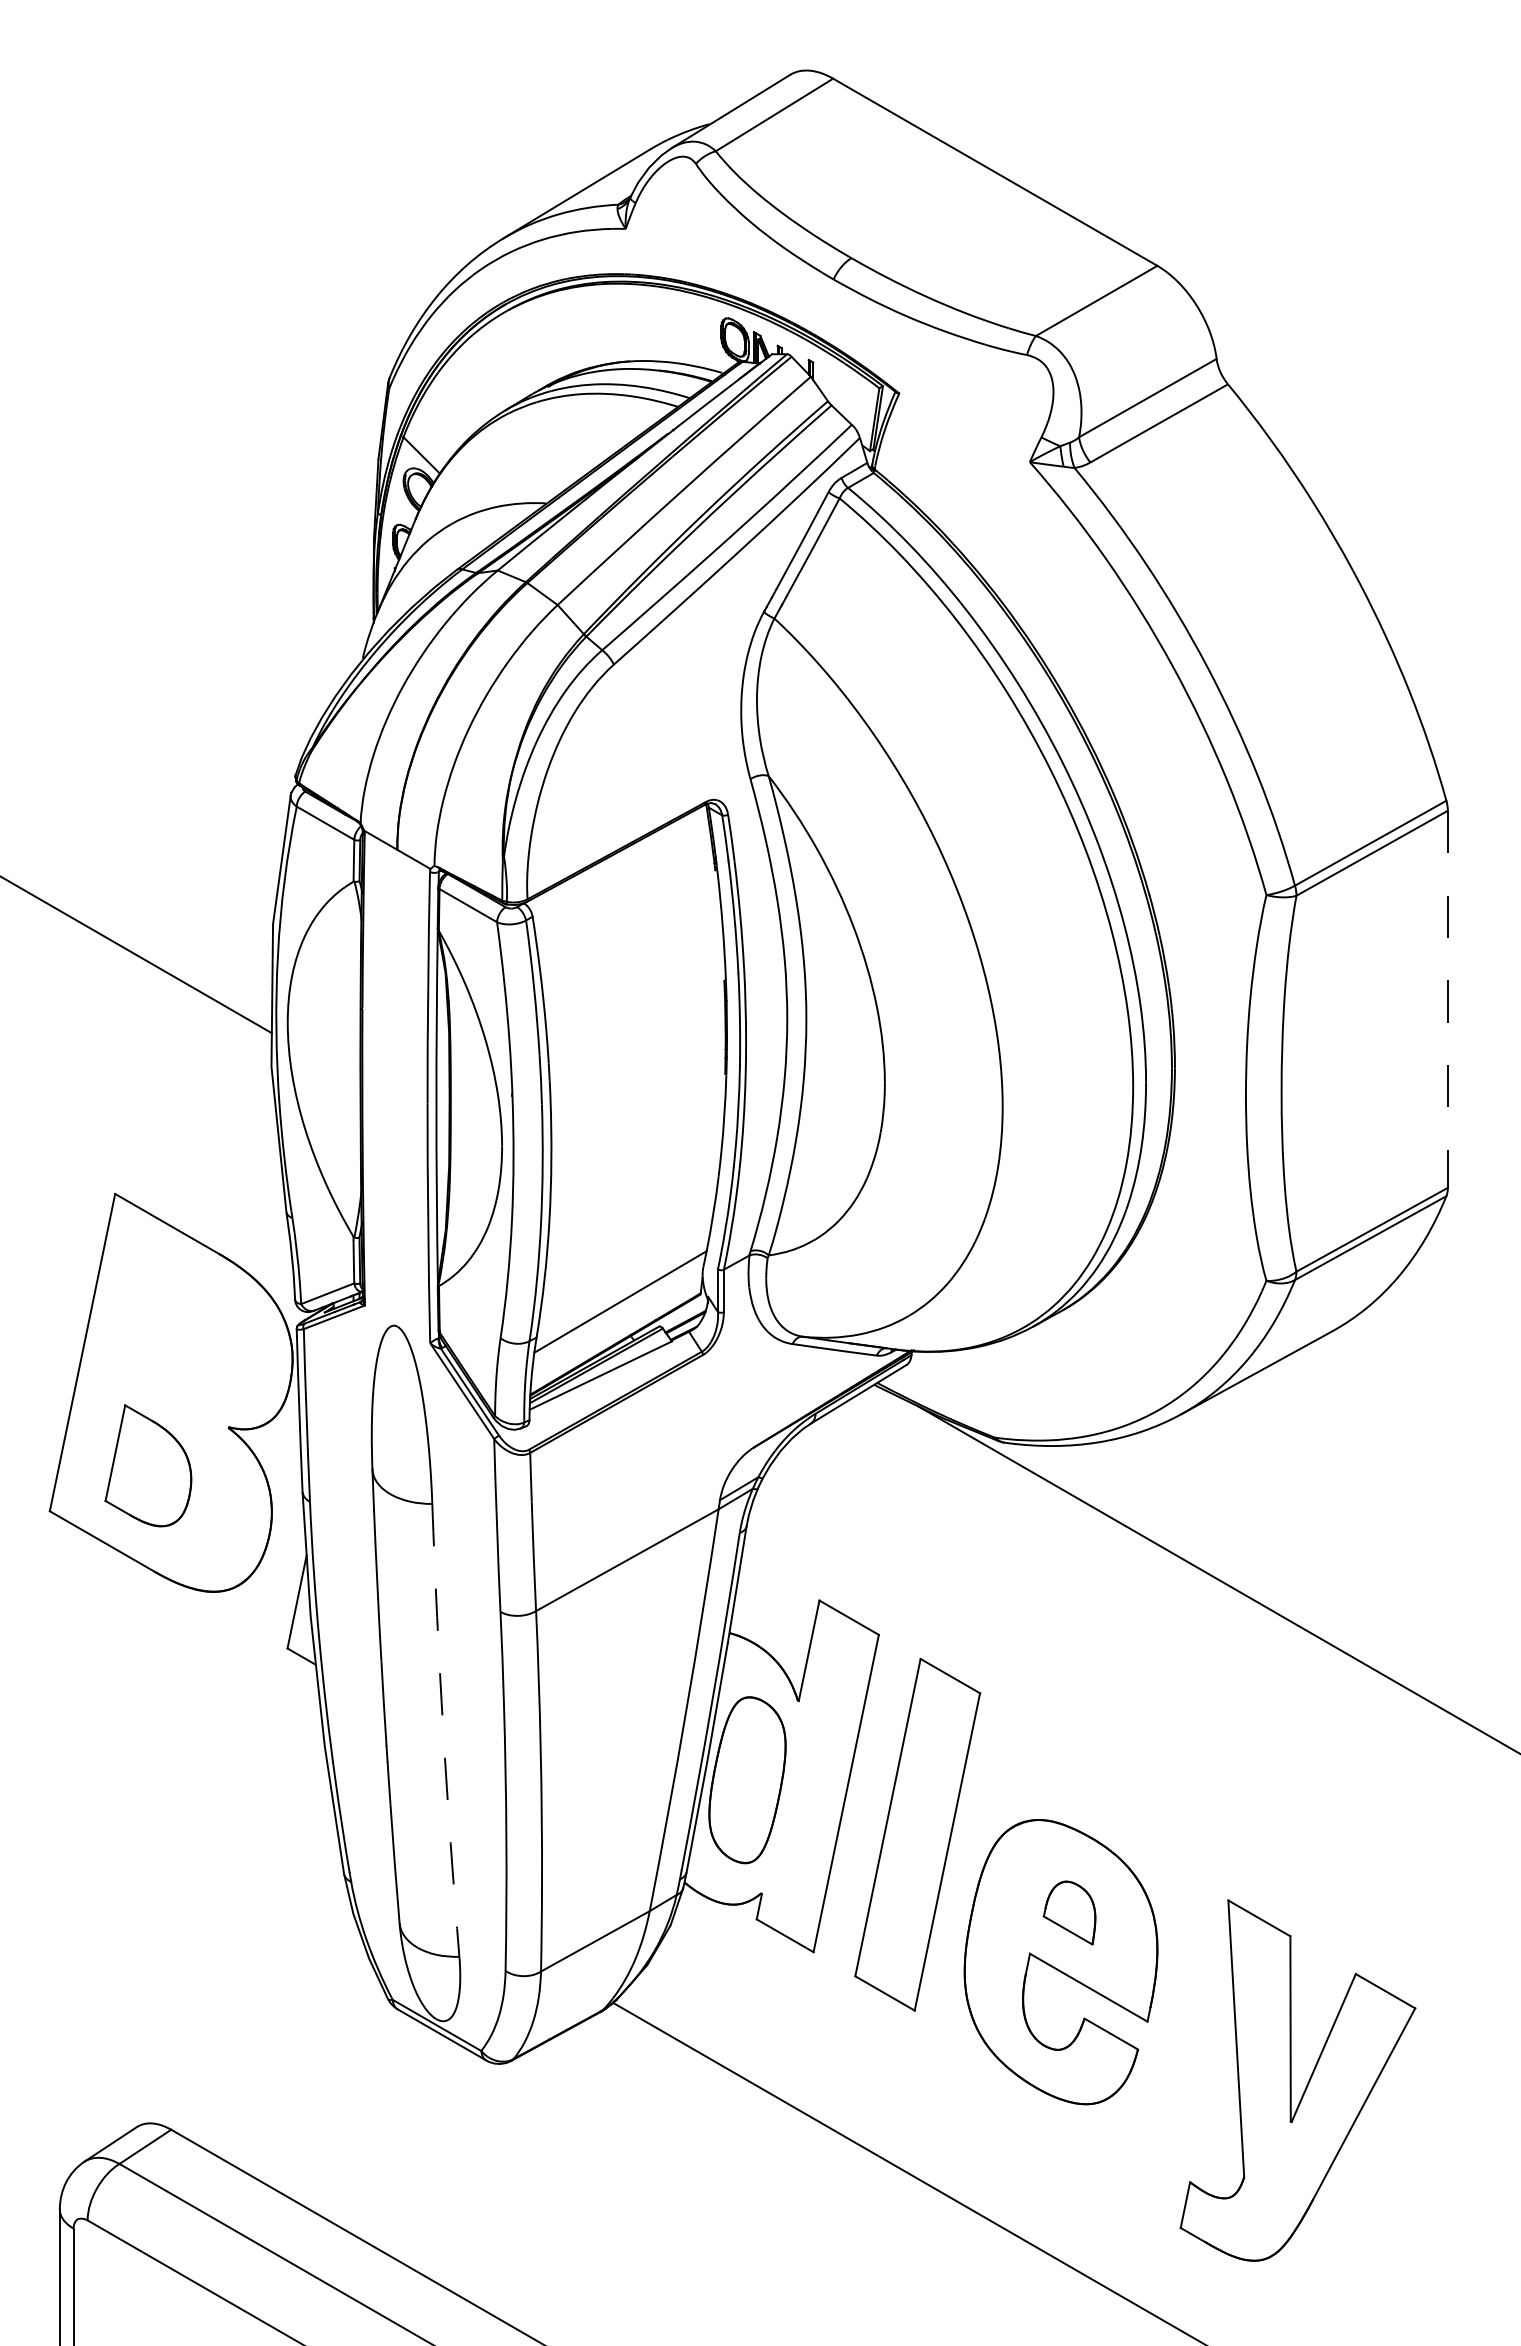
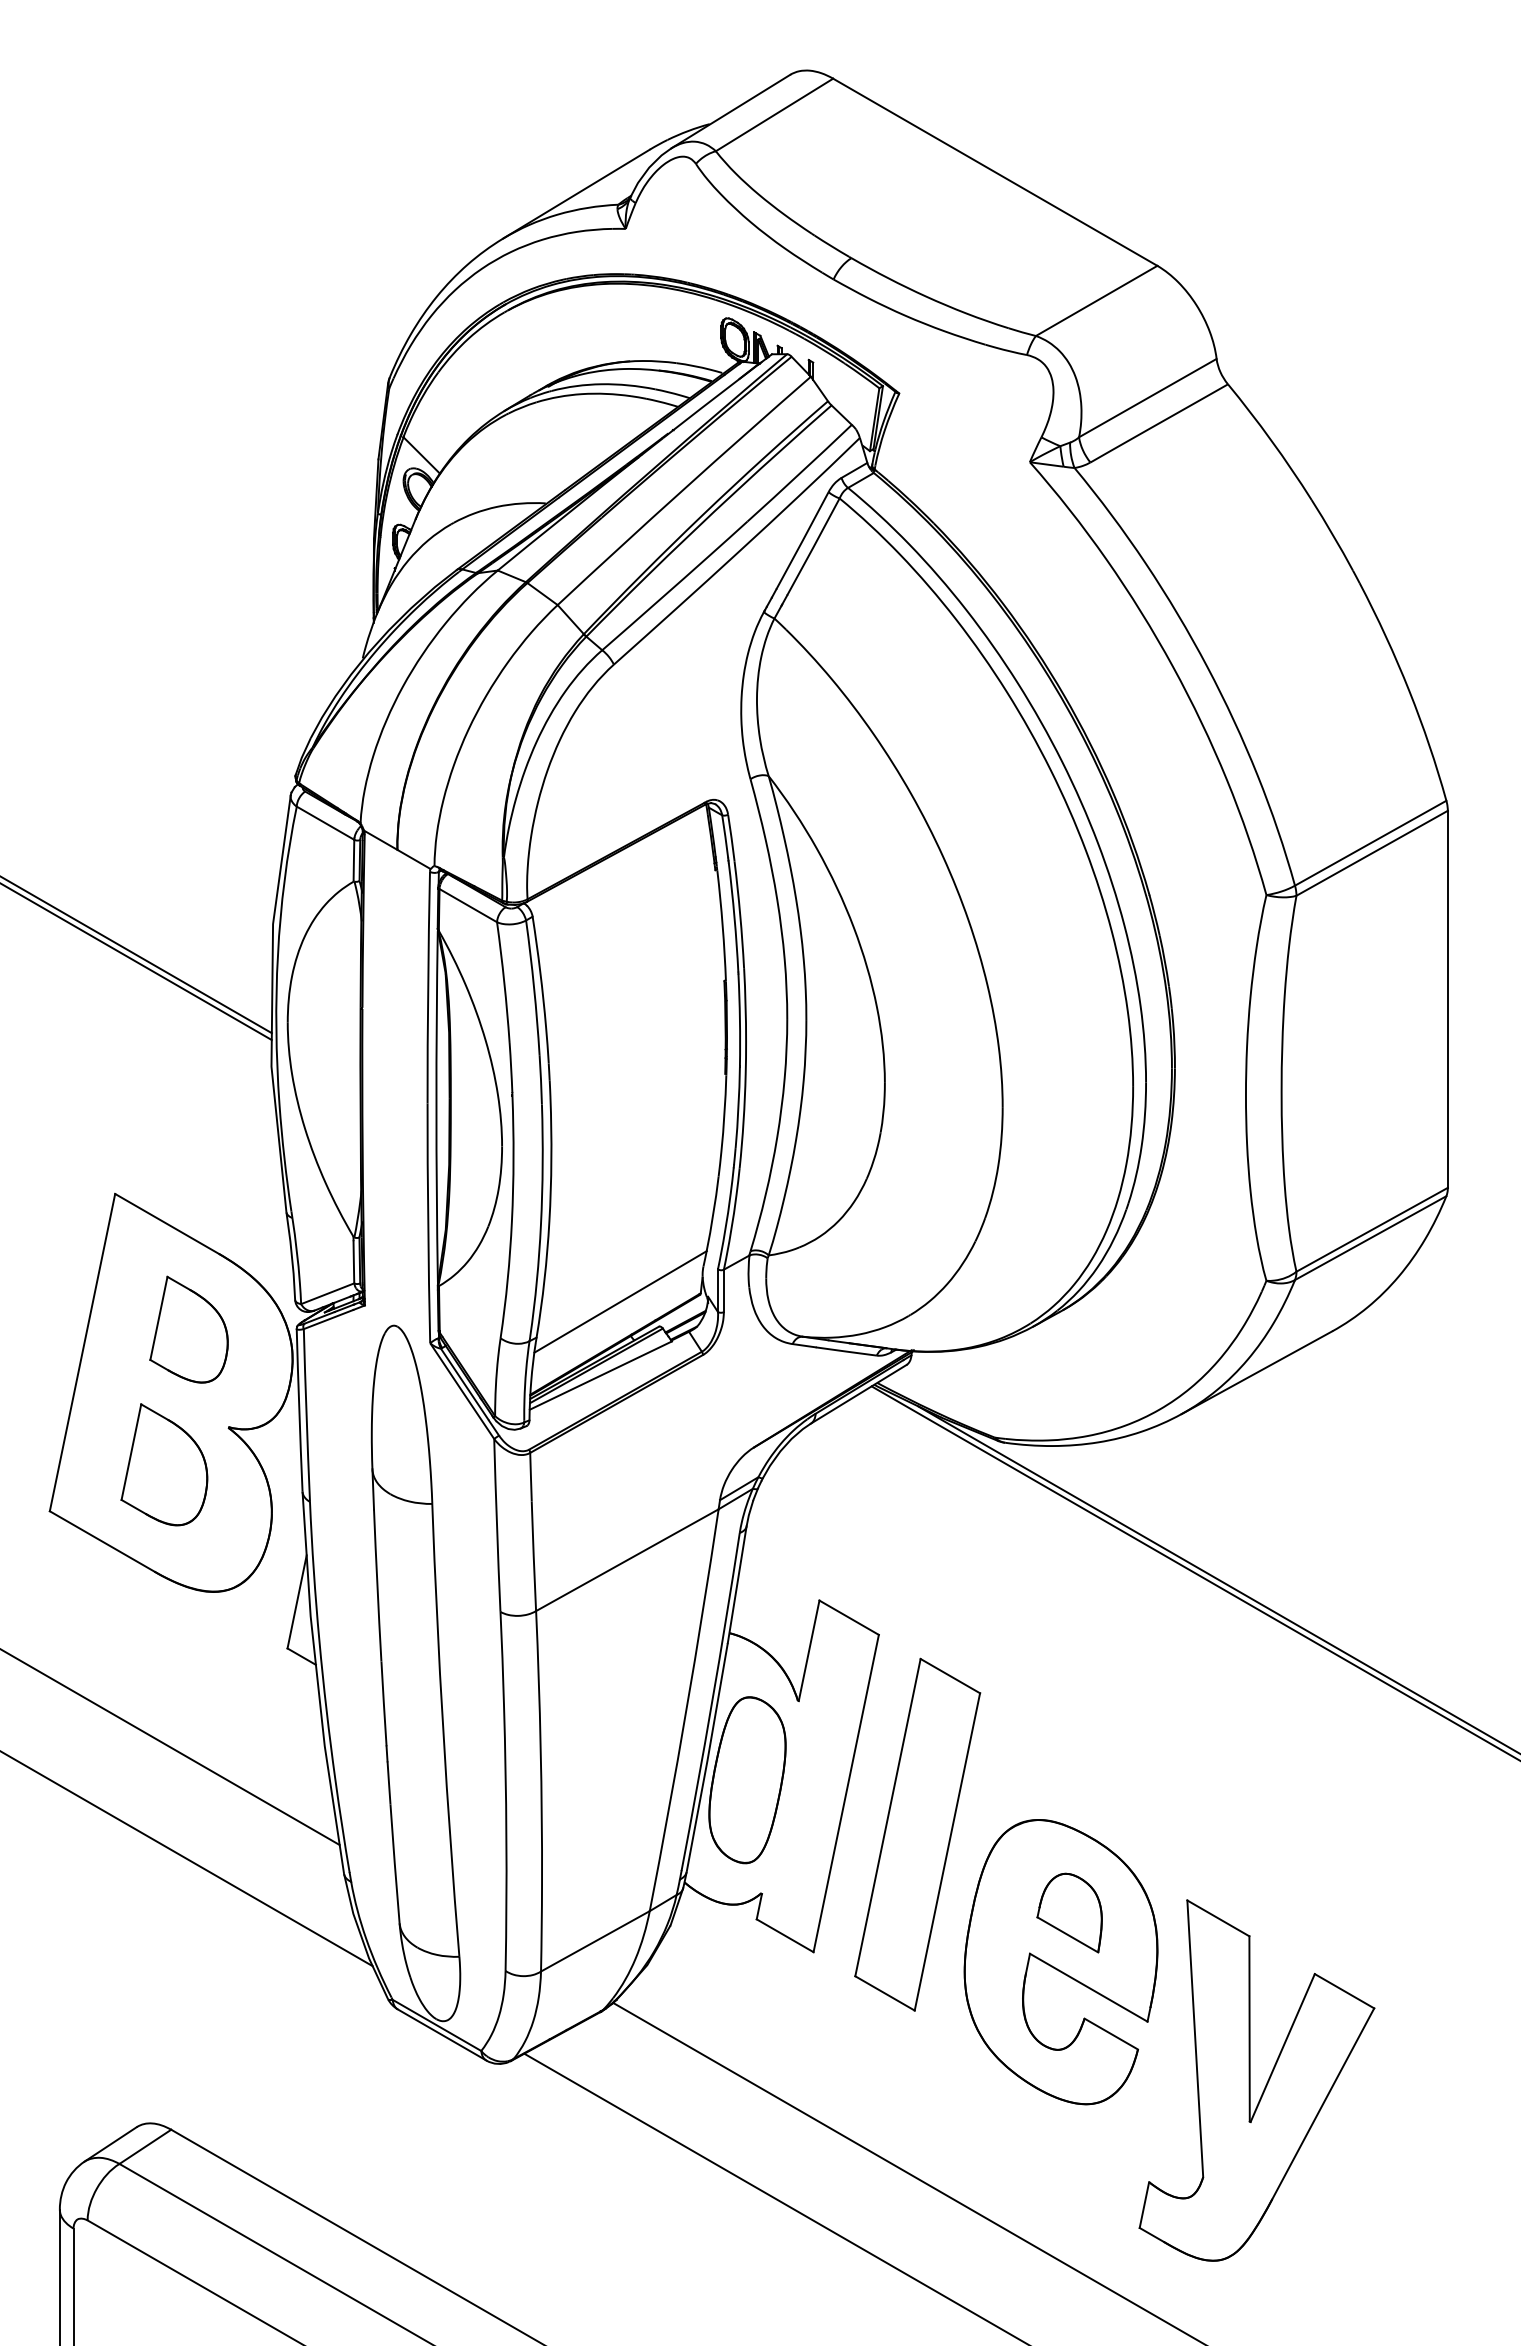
line at (136, 962): none -> present
line at (1447, 999): dashed -> solid
part at (188, 1329): none -> present
part at (148, 1465) position: (148, 1465) -> (164, 1464)
line at (1194, 1572): none -> present
arc at (443, 1730): dashed -> solid
line at (170, 1747): none -> present
line at (187, 1859): none -> present
part at (1069, 1912) size: 55x66 px -> 67x82 px
part at (1297, 2080) position: (1297, 2080) -> (1256, 2080)
line at (774, 2197): none -> present
